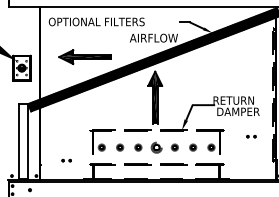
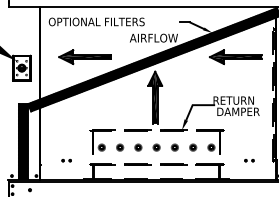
part at (235, 57): none -> present
part at (251, 136) position: (251, 136) -> (249, 160)
hatch at (23, 141): none -> present
part at (156, 147) size: 13x13 px -> 9x9 px
